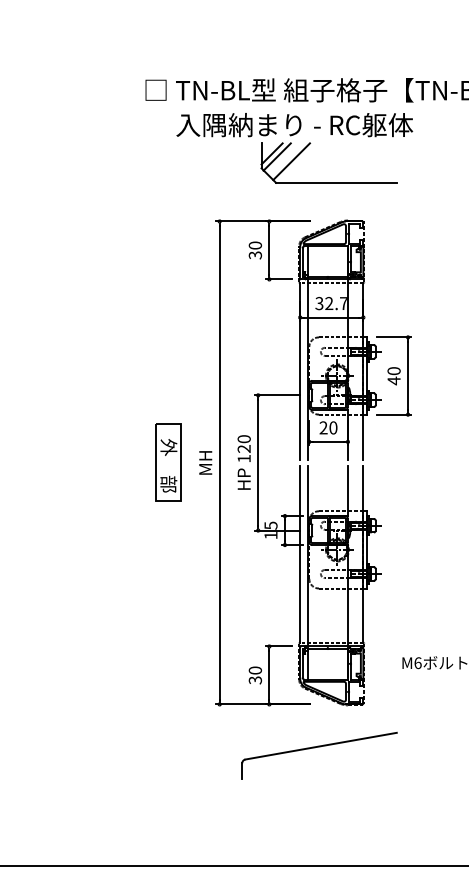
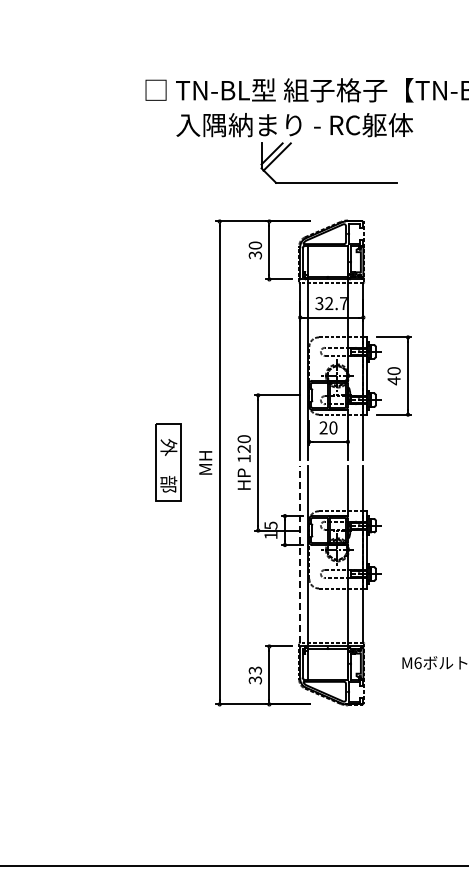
line at (291, 161): present -> none
line at (300, 553): solid -> dashed
text at (255, 670): 30 -> 33
part at (319, 747): present -> none
